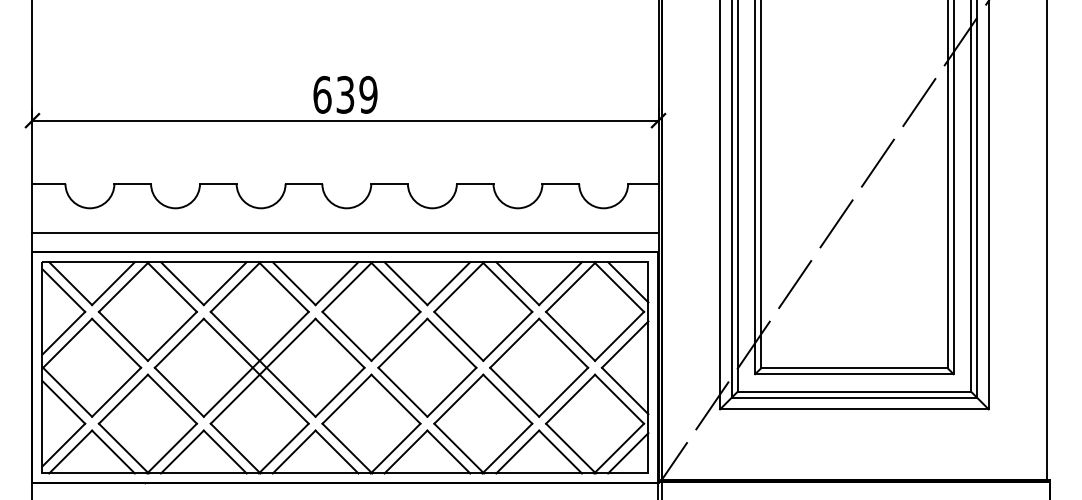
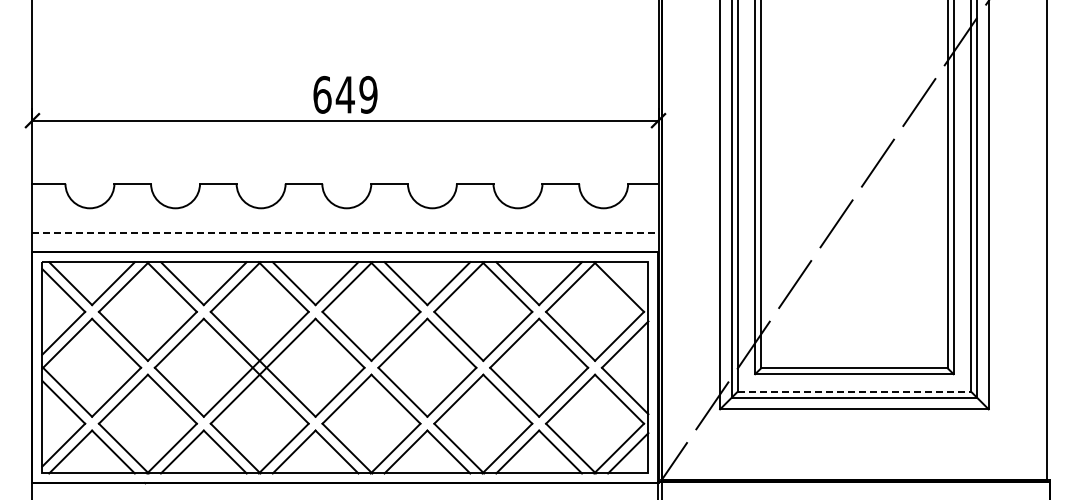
text at (344, 94): 639 -> 649
line at (345, 232): solid -> dashed
line at (628, 282): present -> none
line at (854, 391): solid -> dashed
